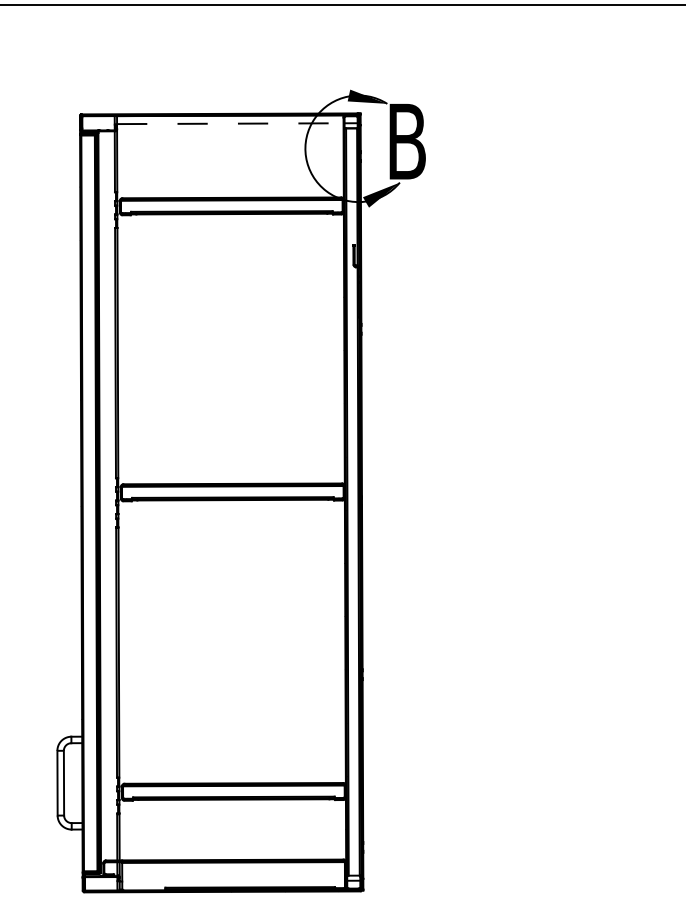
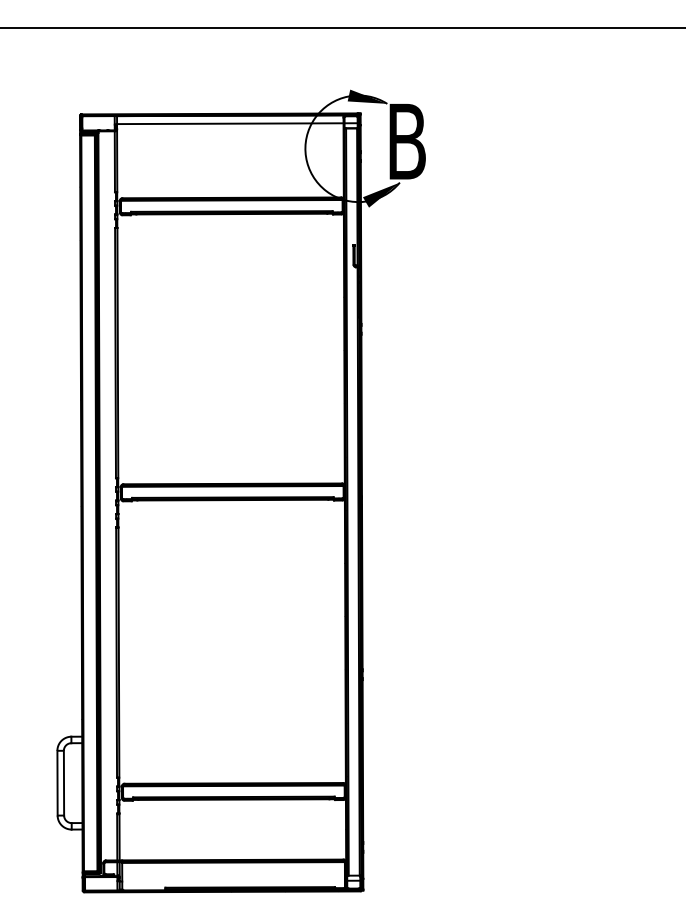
line at (342, 4) position: (342, 4) -> (342, 27)
line at (230, 123): dashed -> solid
